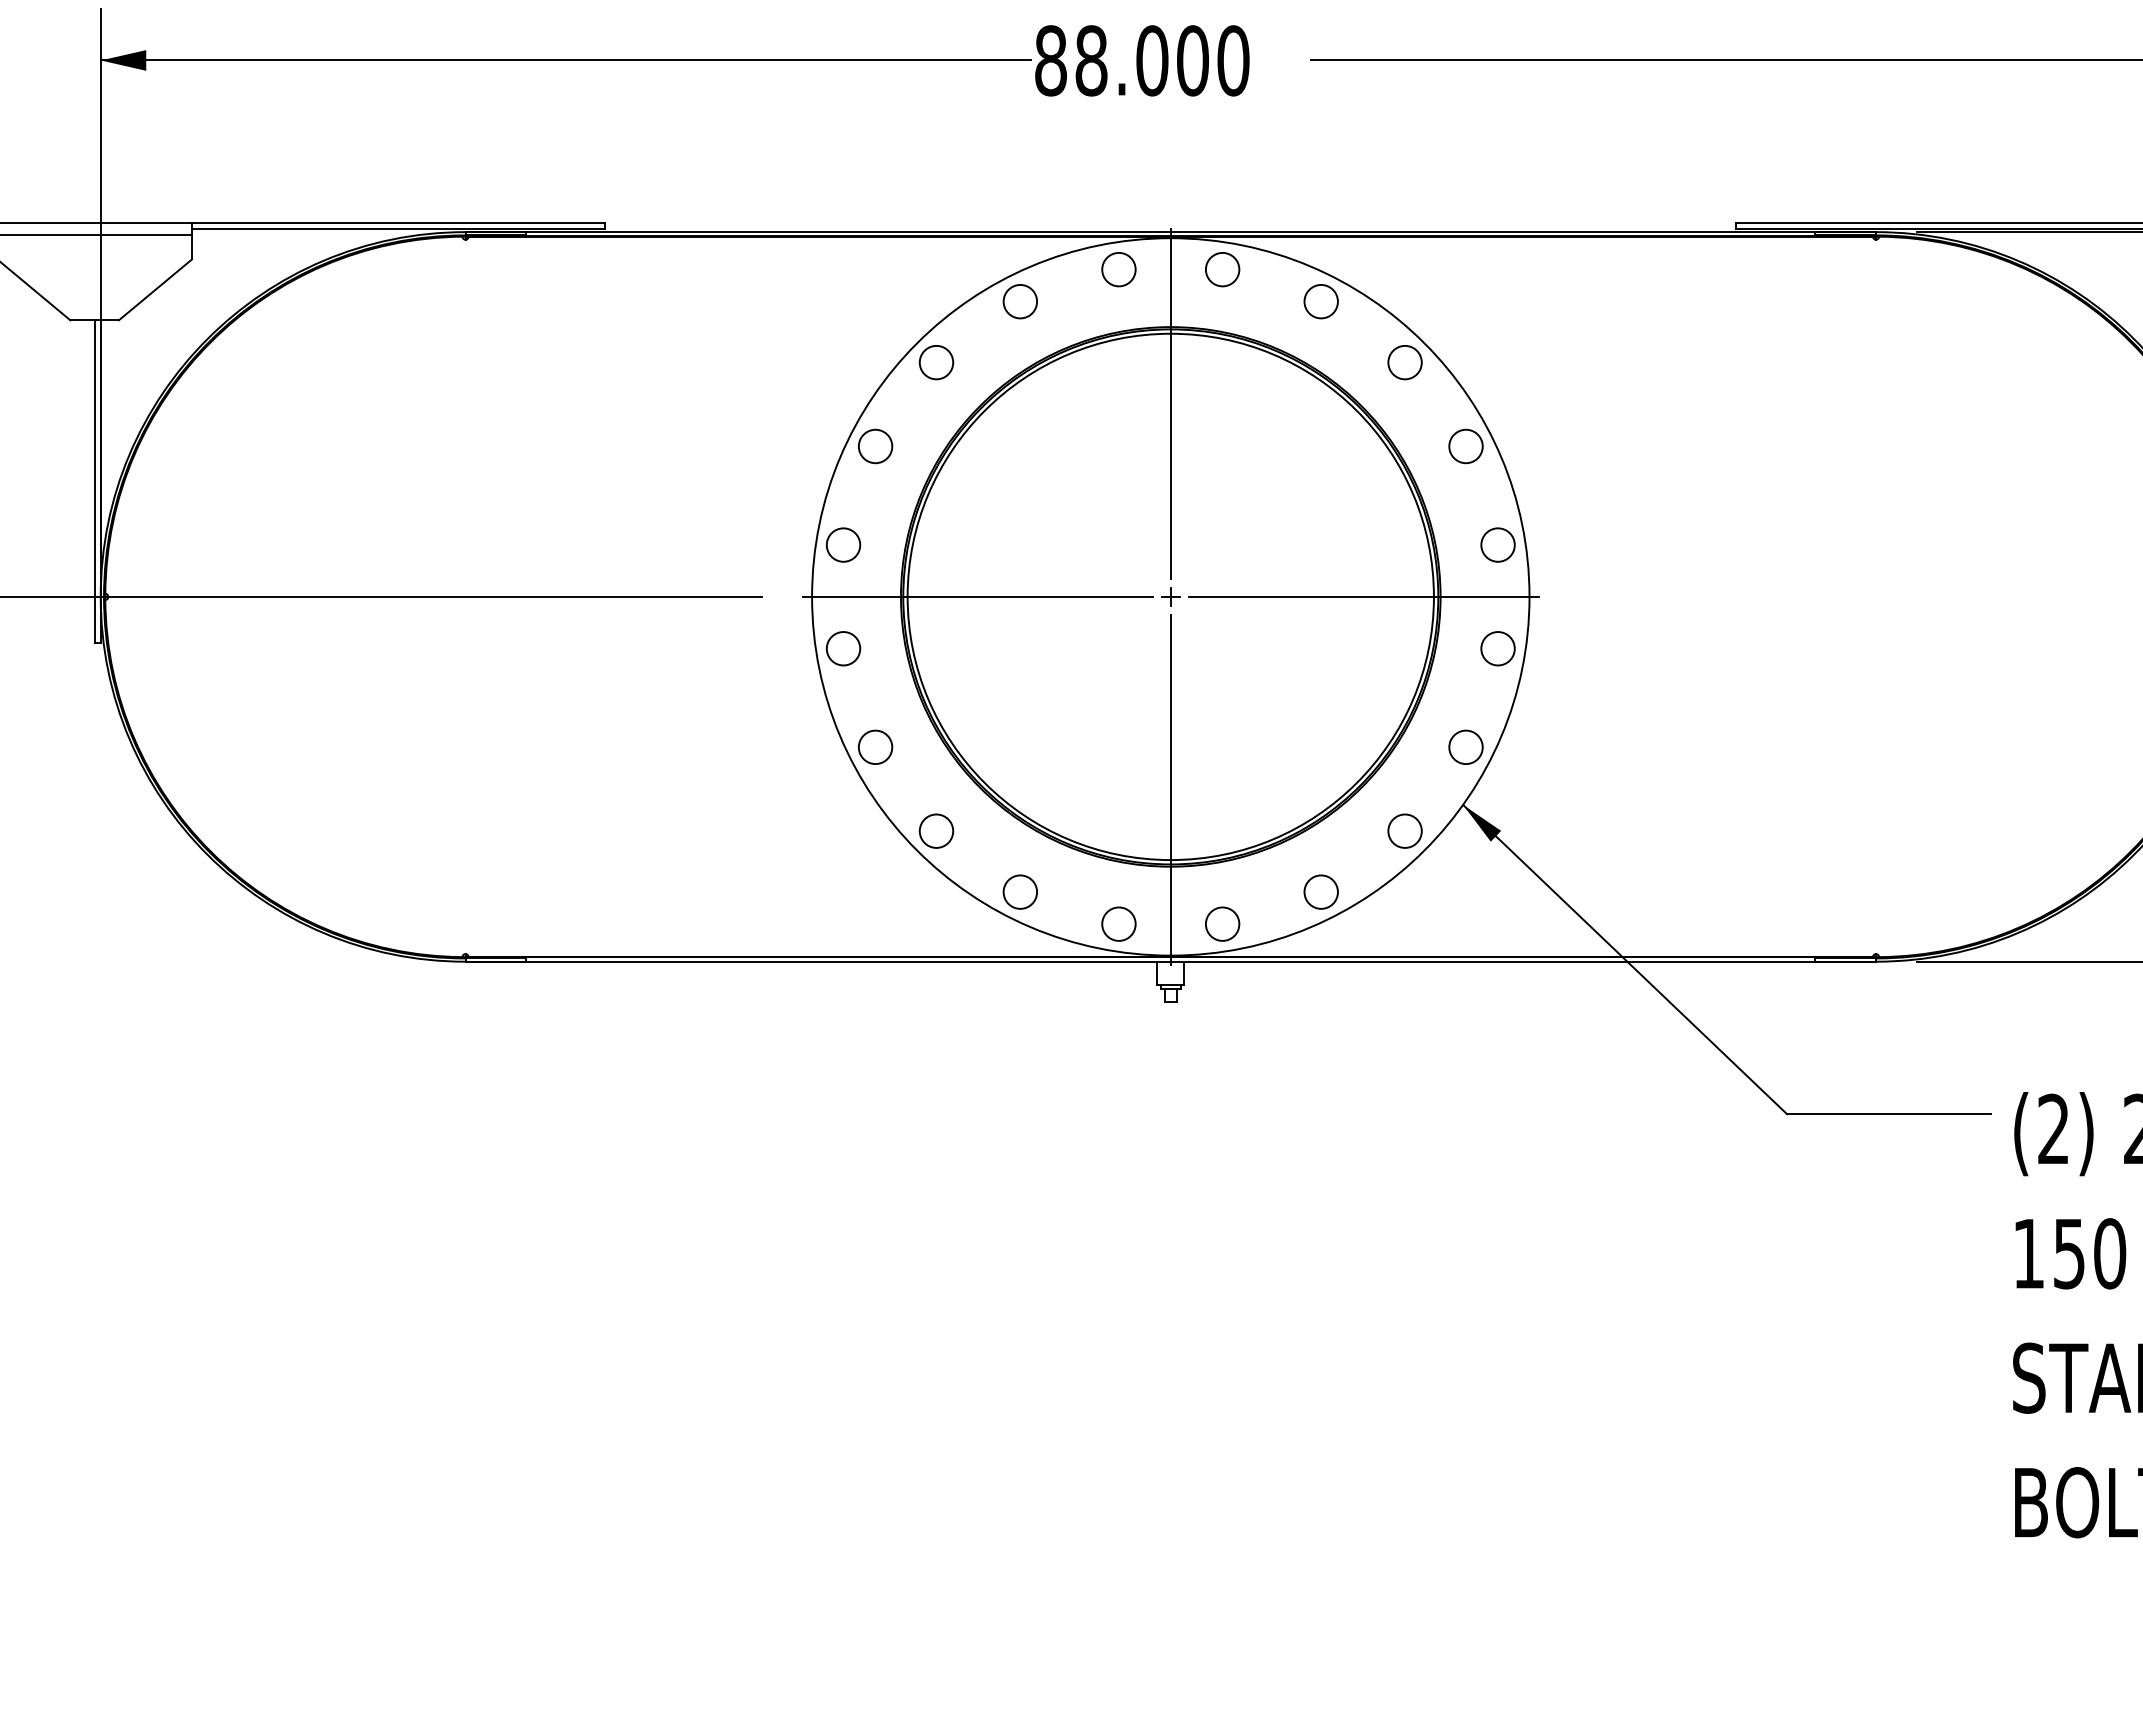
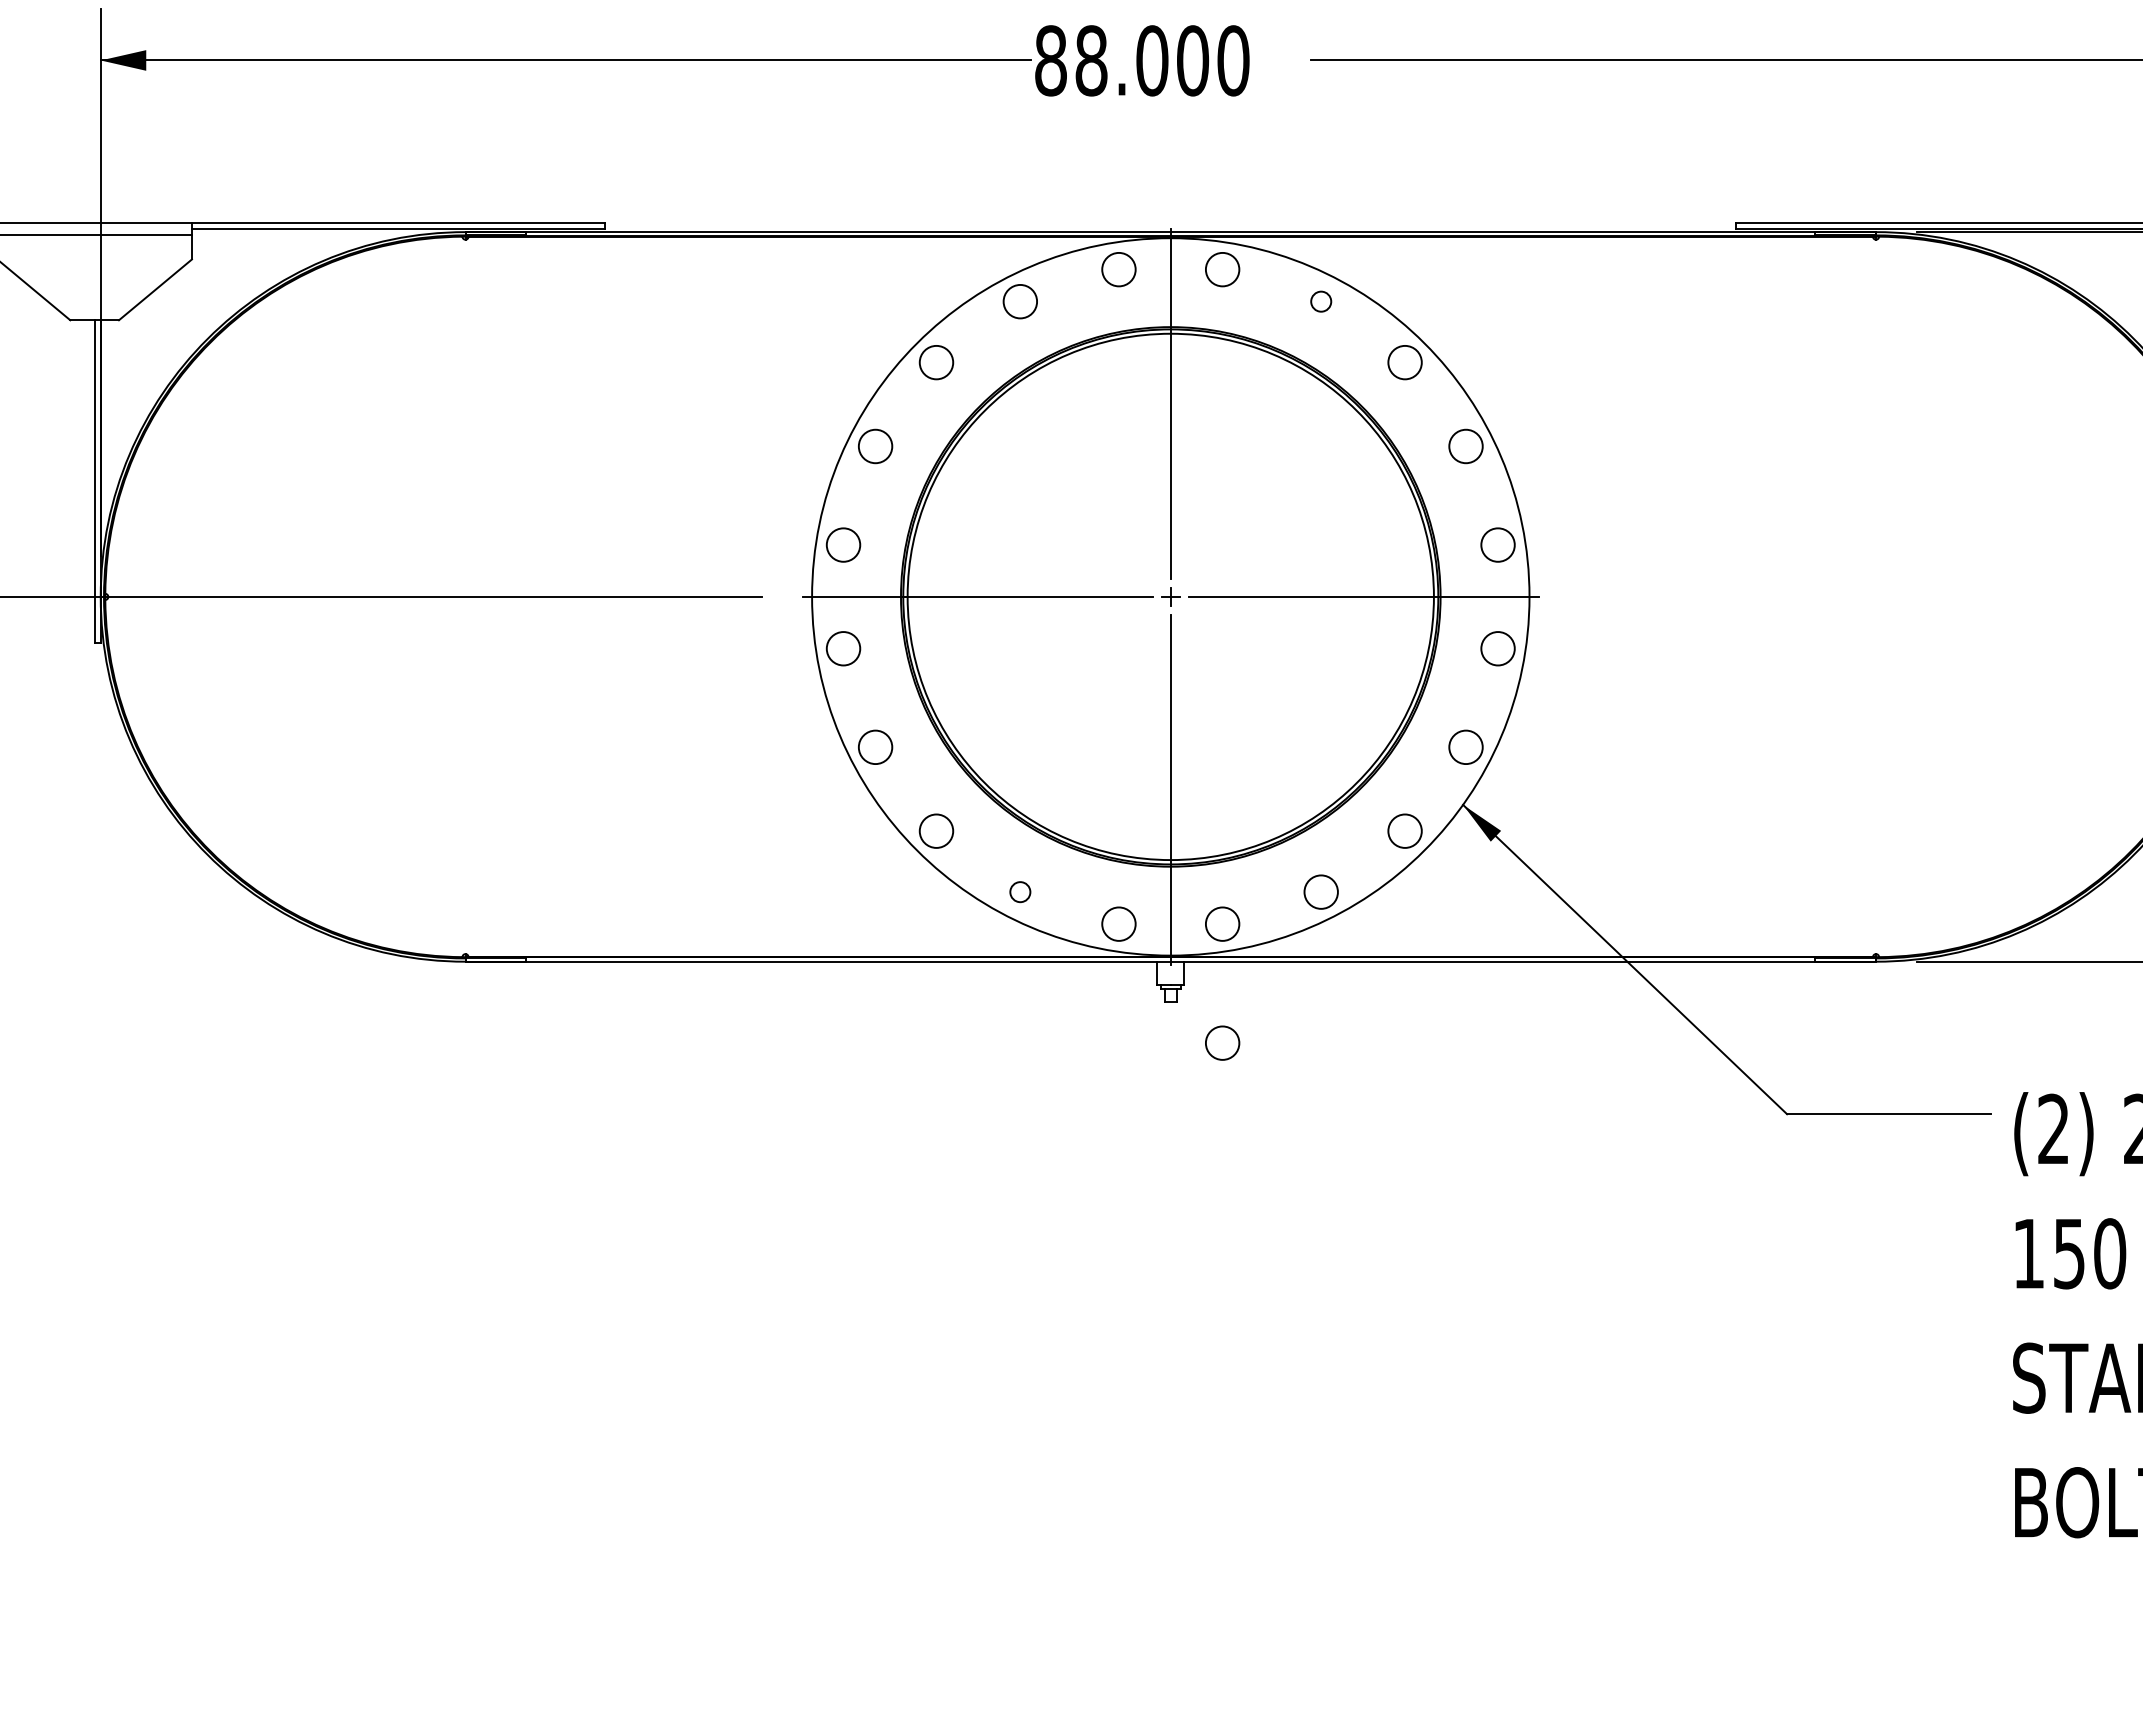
circle at (1320, 301) diameter: 33 px -> 20 px
circle at (1020, 891) diameter: 33 px -> 20 px
circle at (1222, 1042): none -> present
